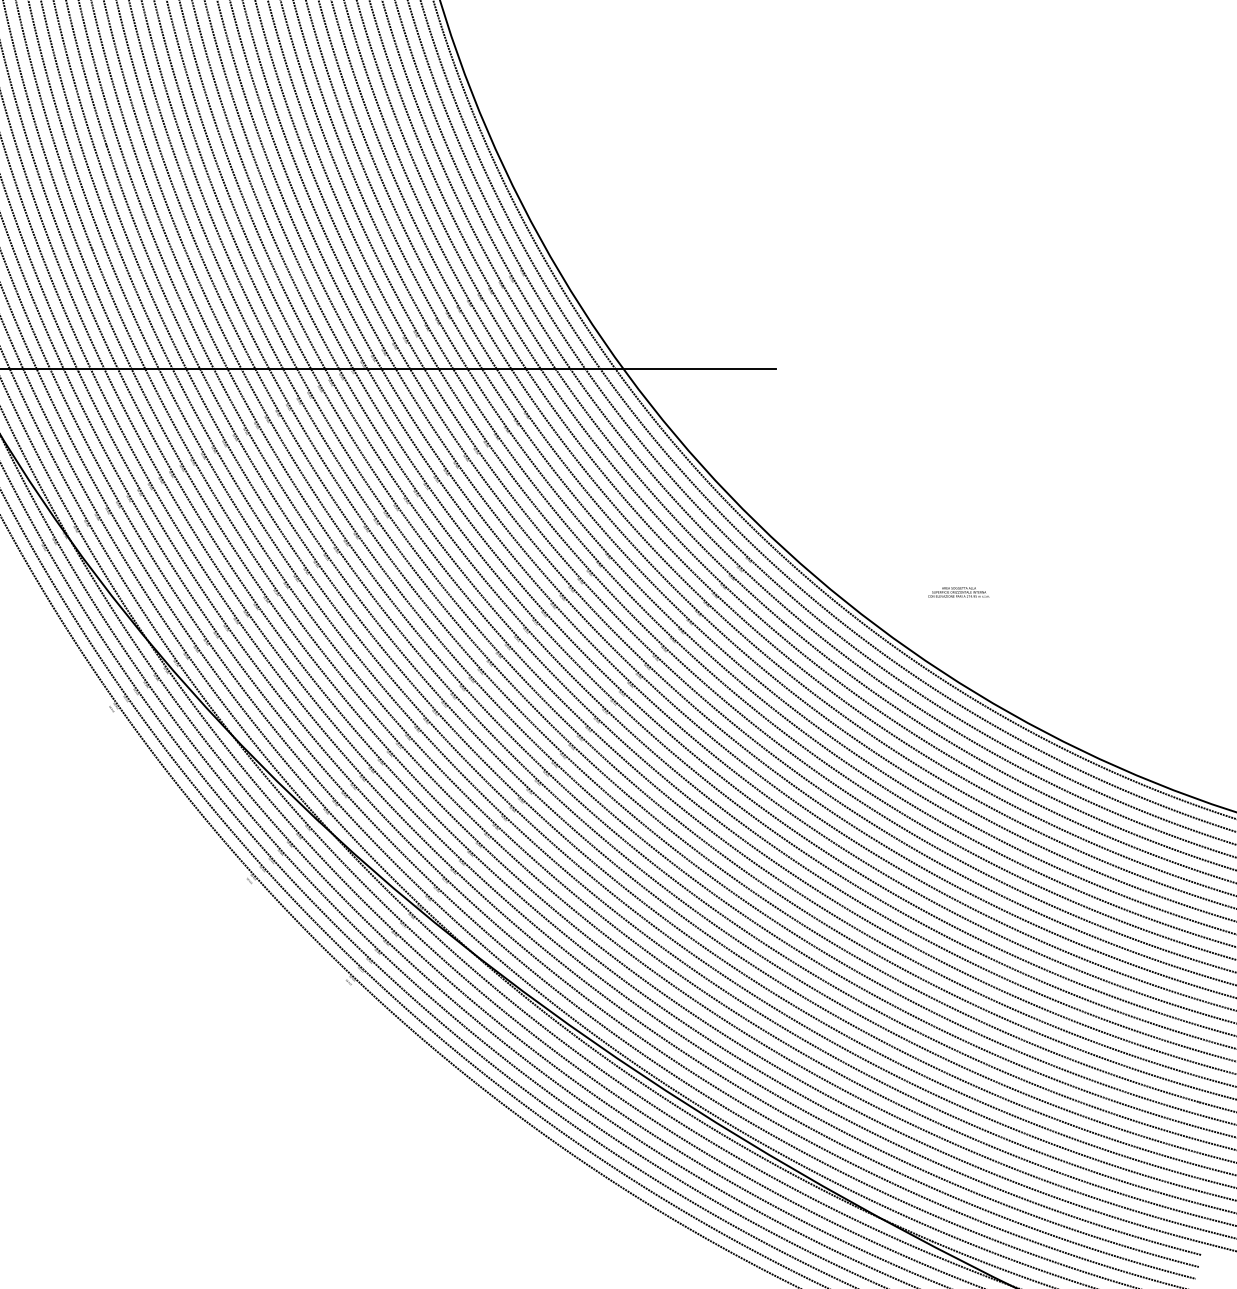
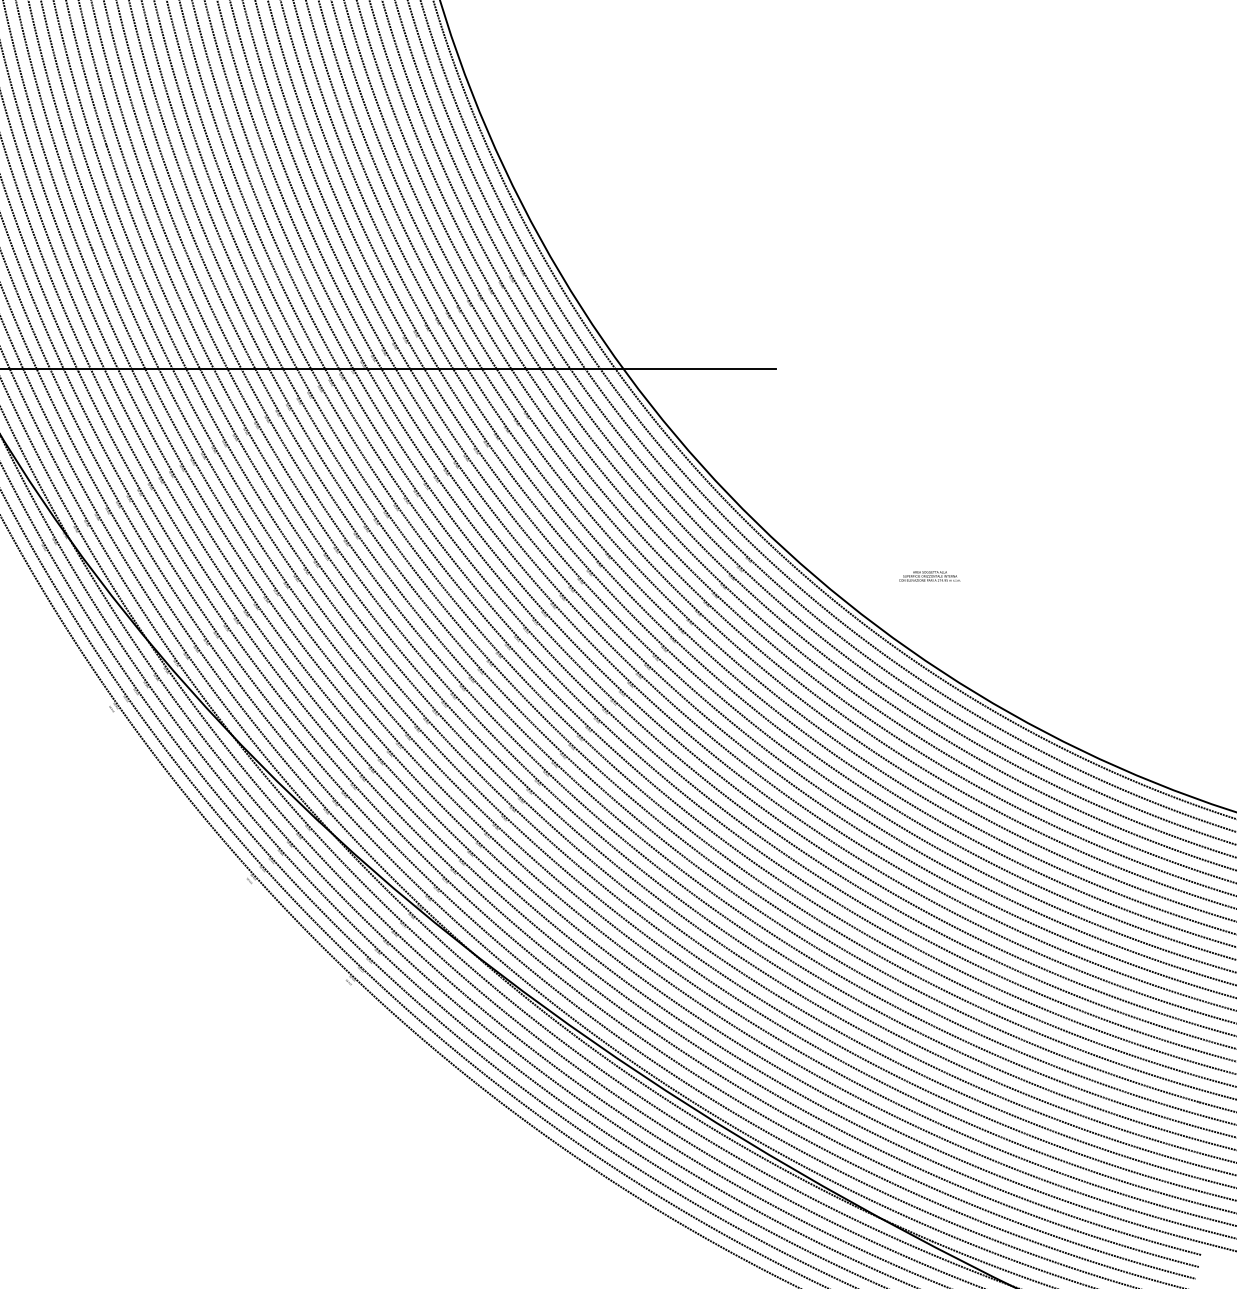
text at (958, 592) position: (958, 592) -> (929, 576)
